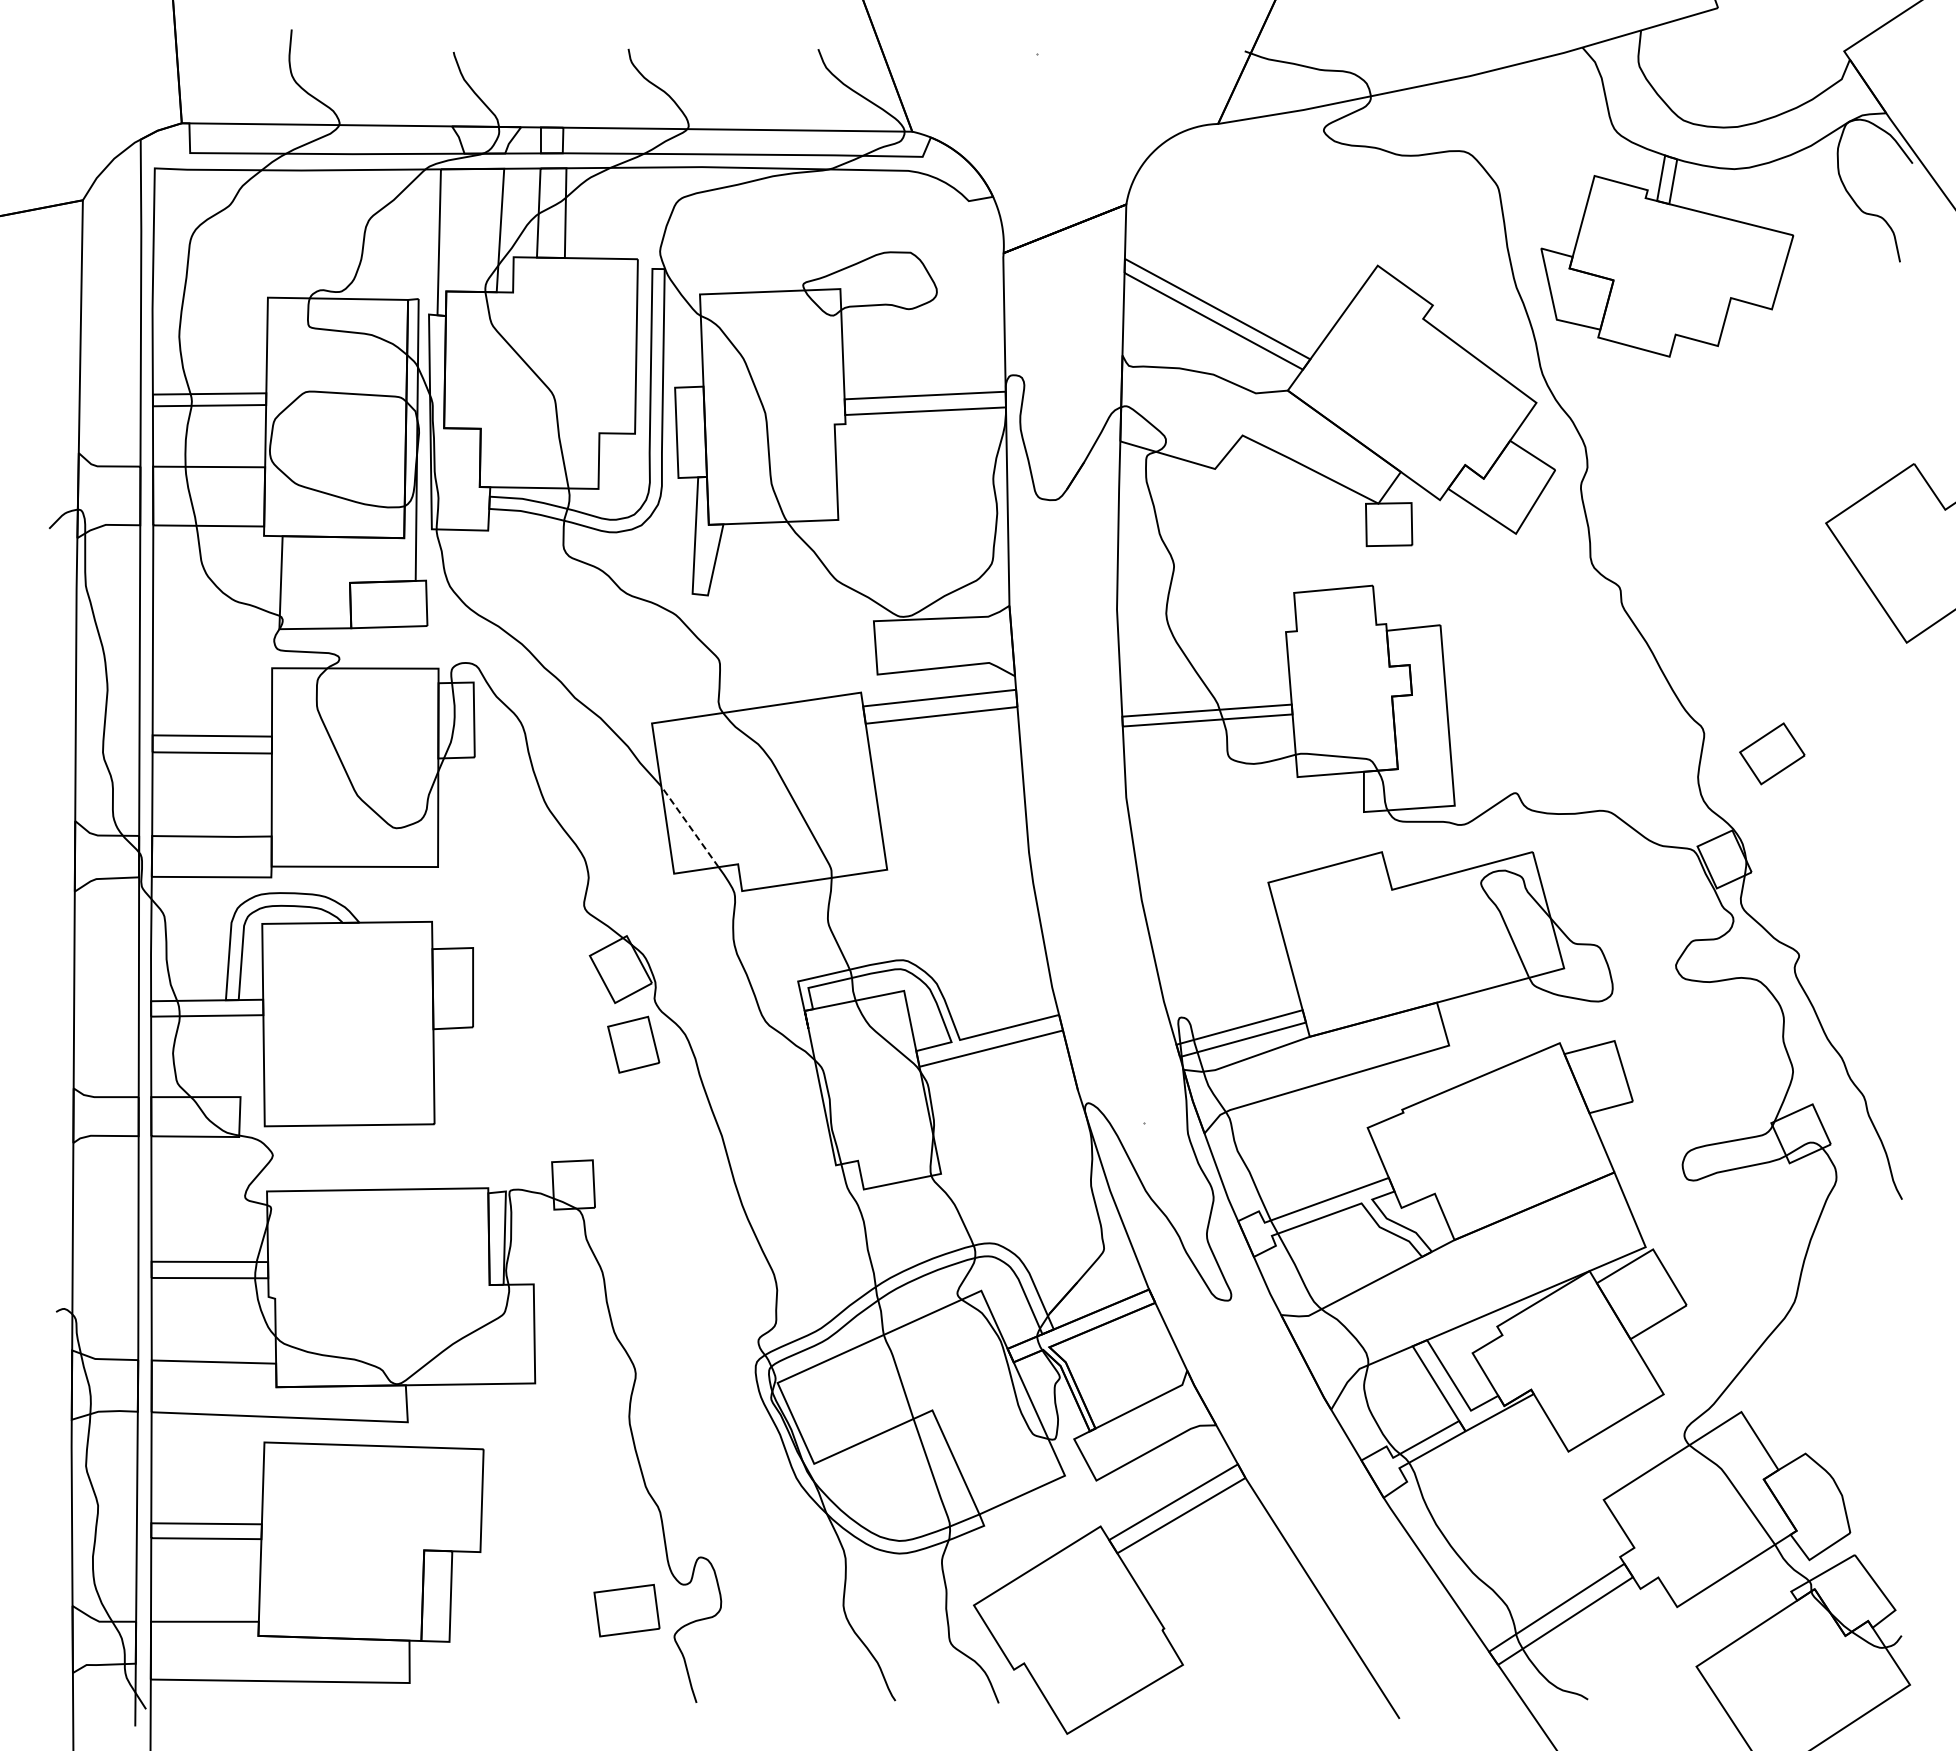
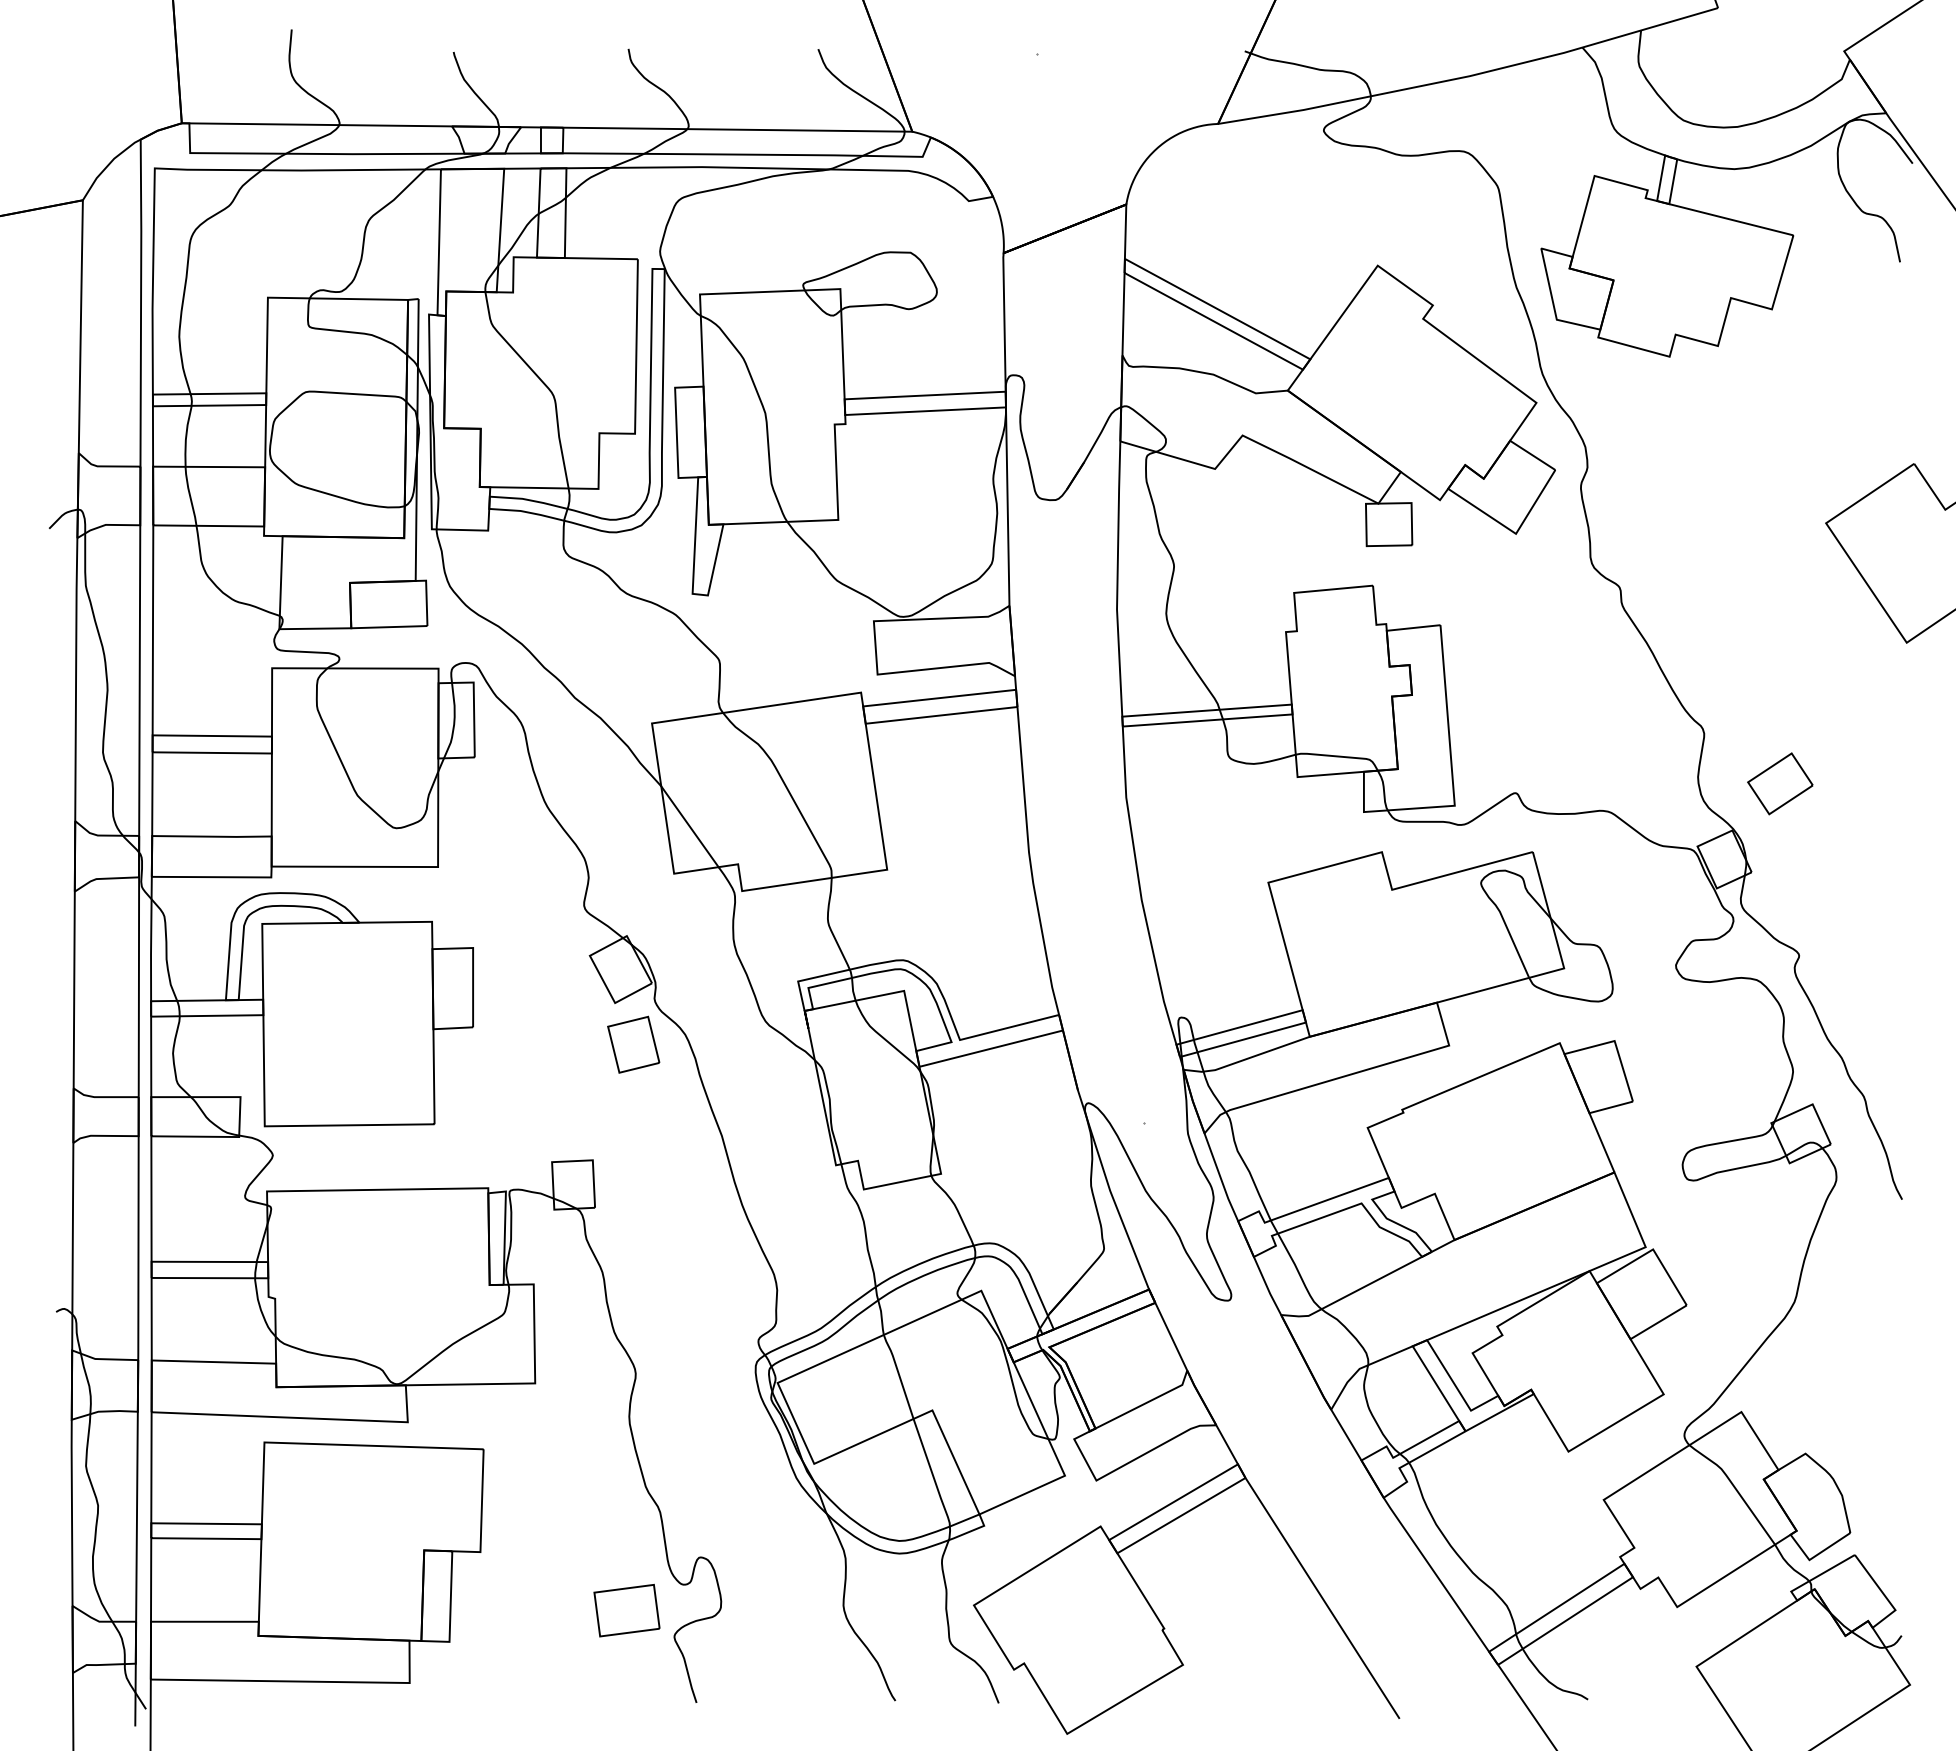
part at (1772, 753) position: (1772, 753) -> (1780, 783)
line at (689, 826): dashed -> solid
